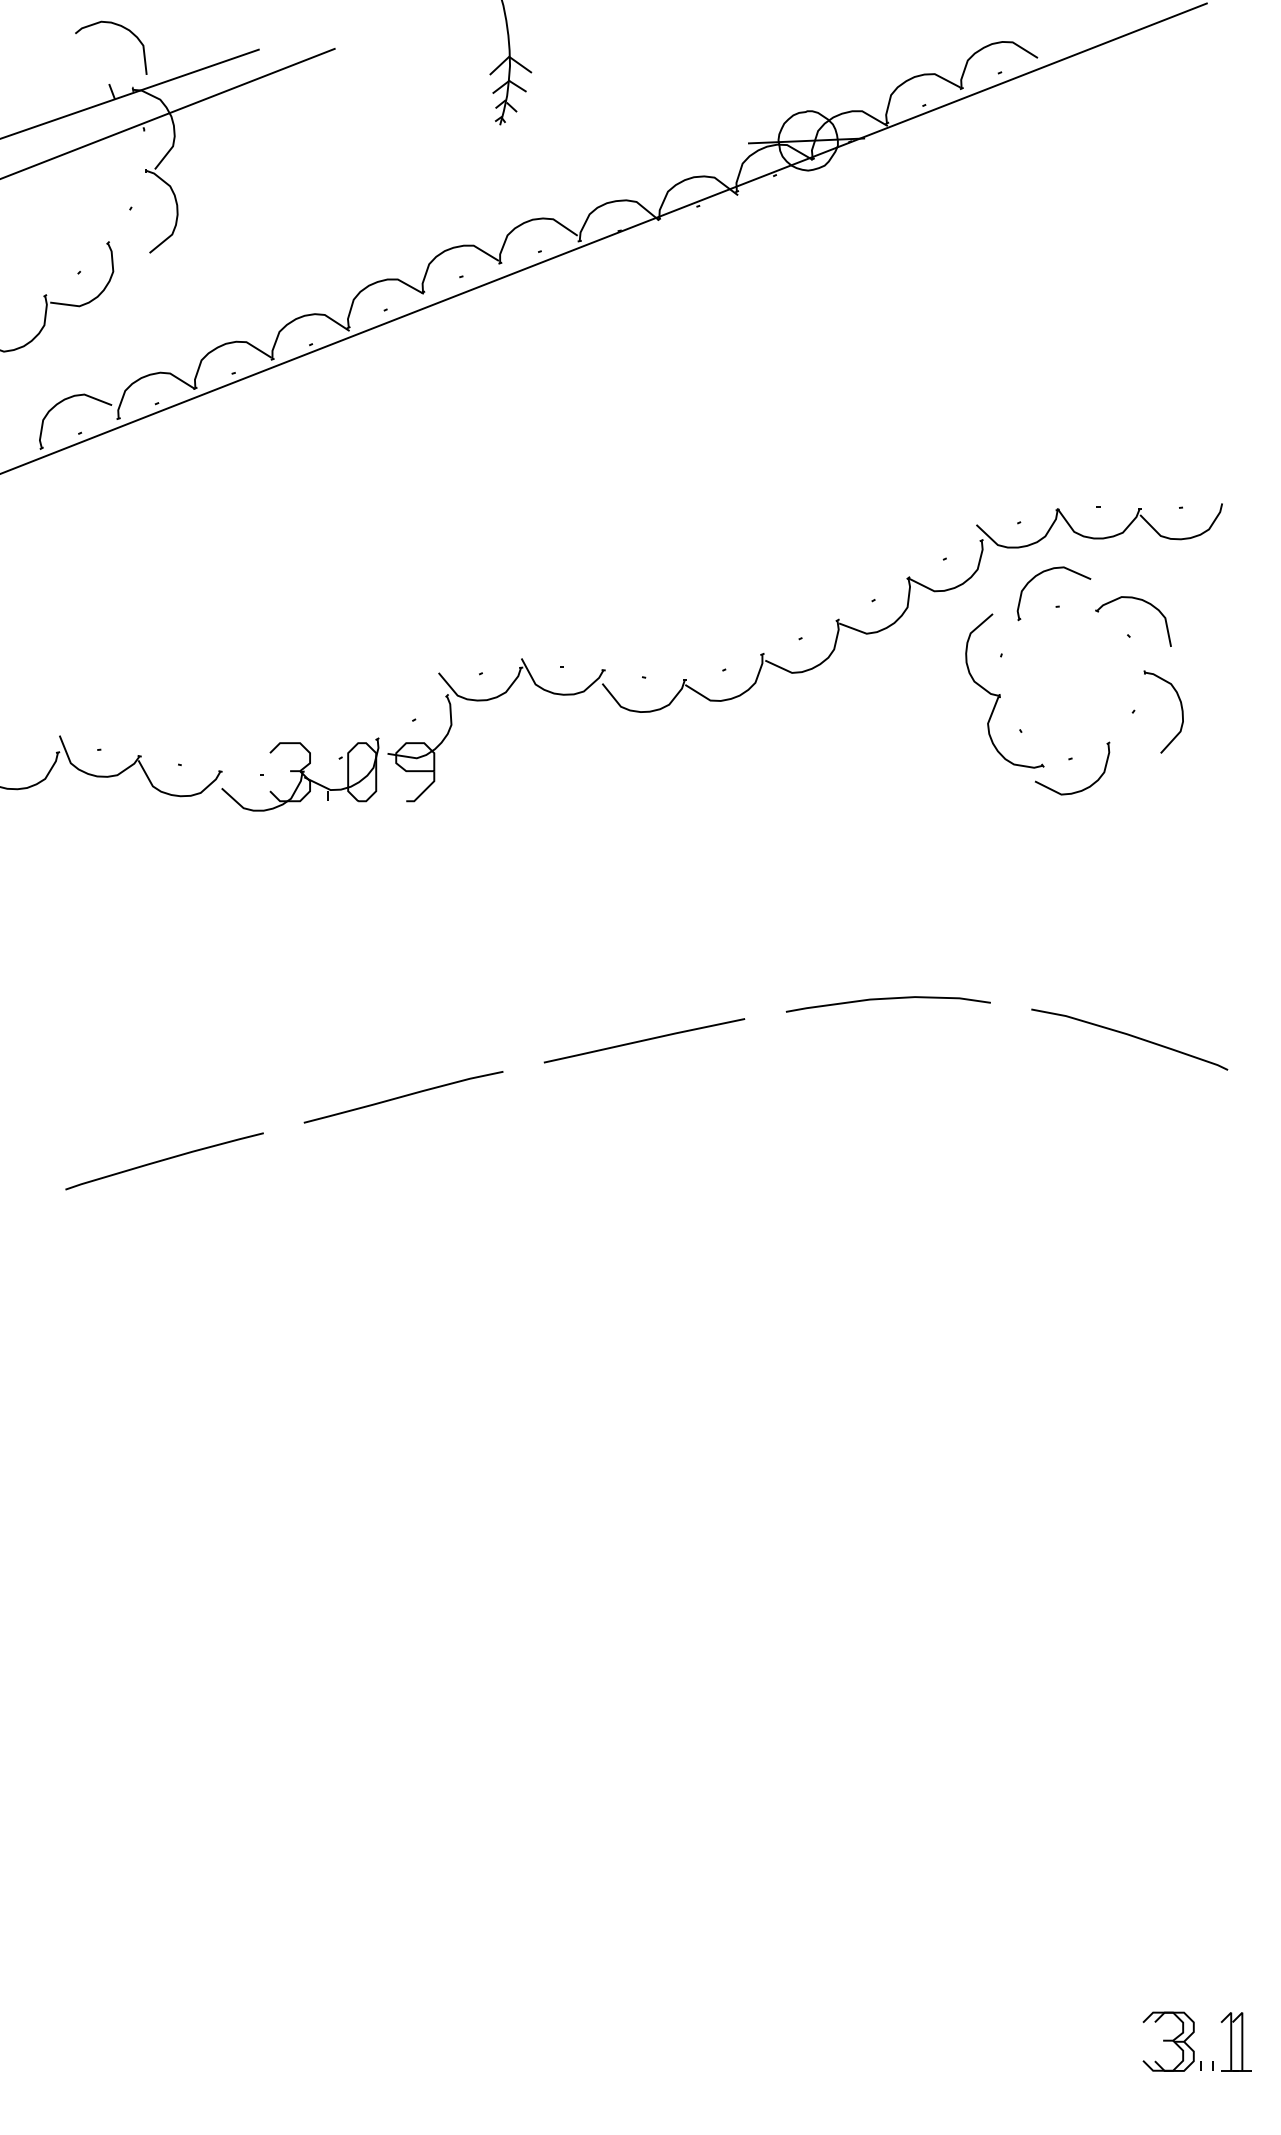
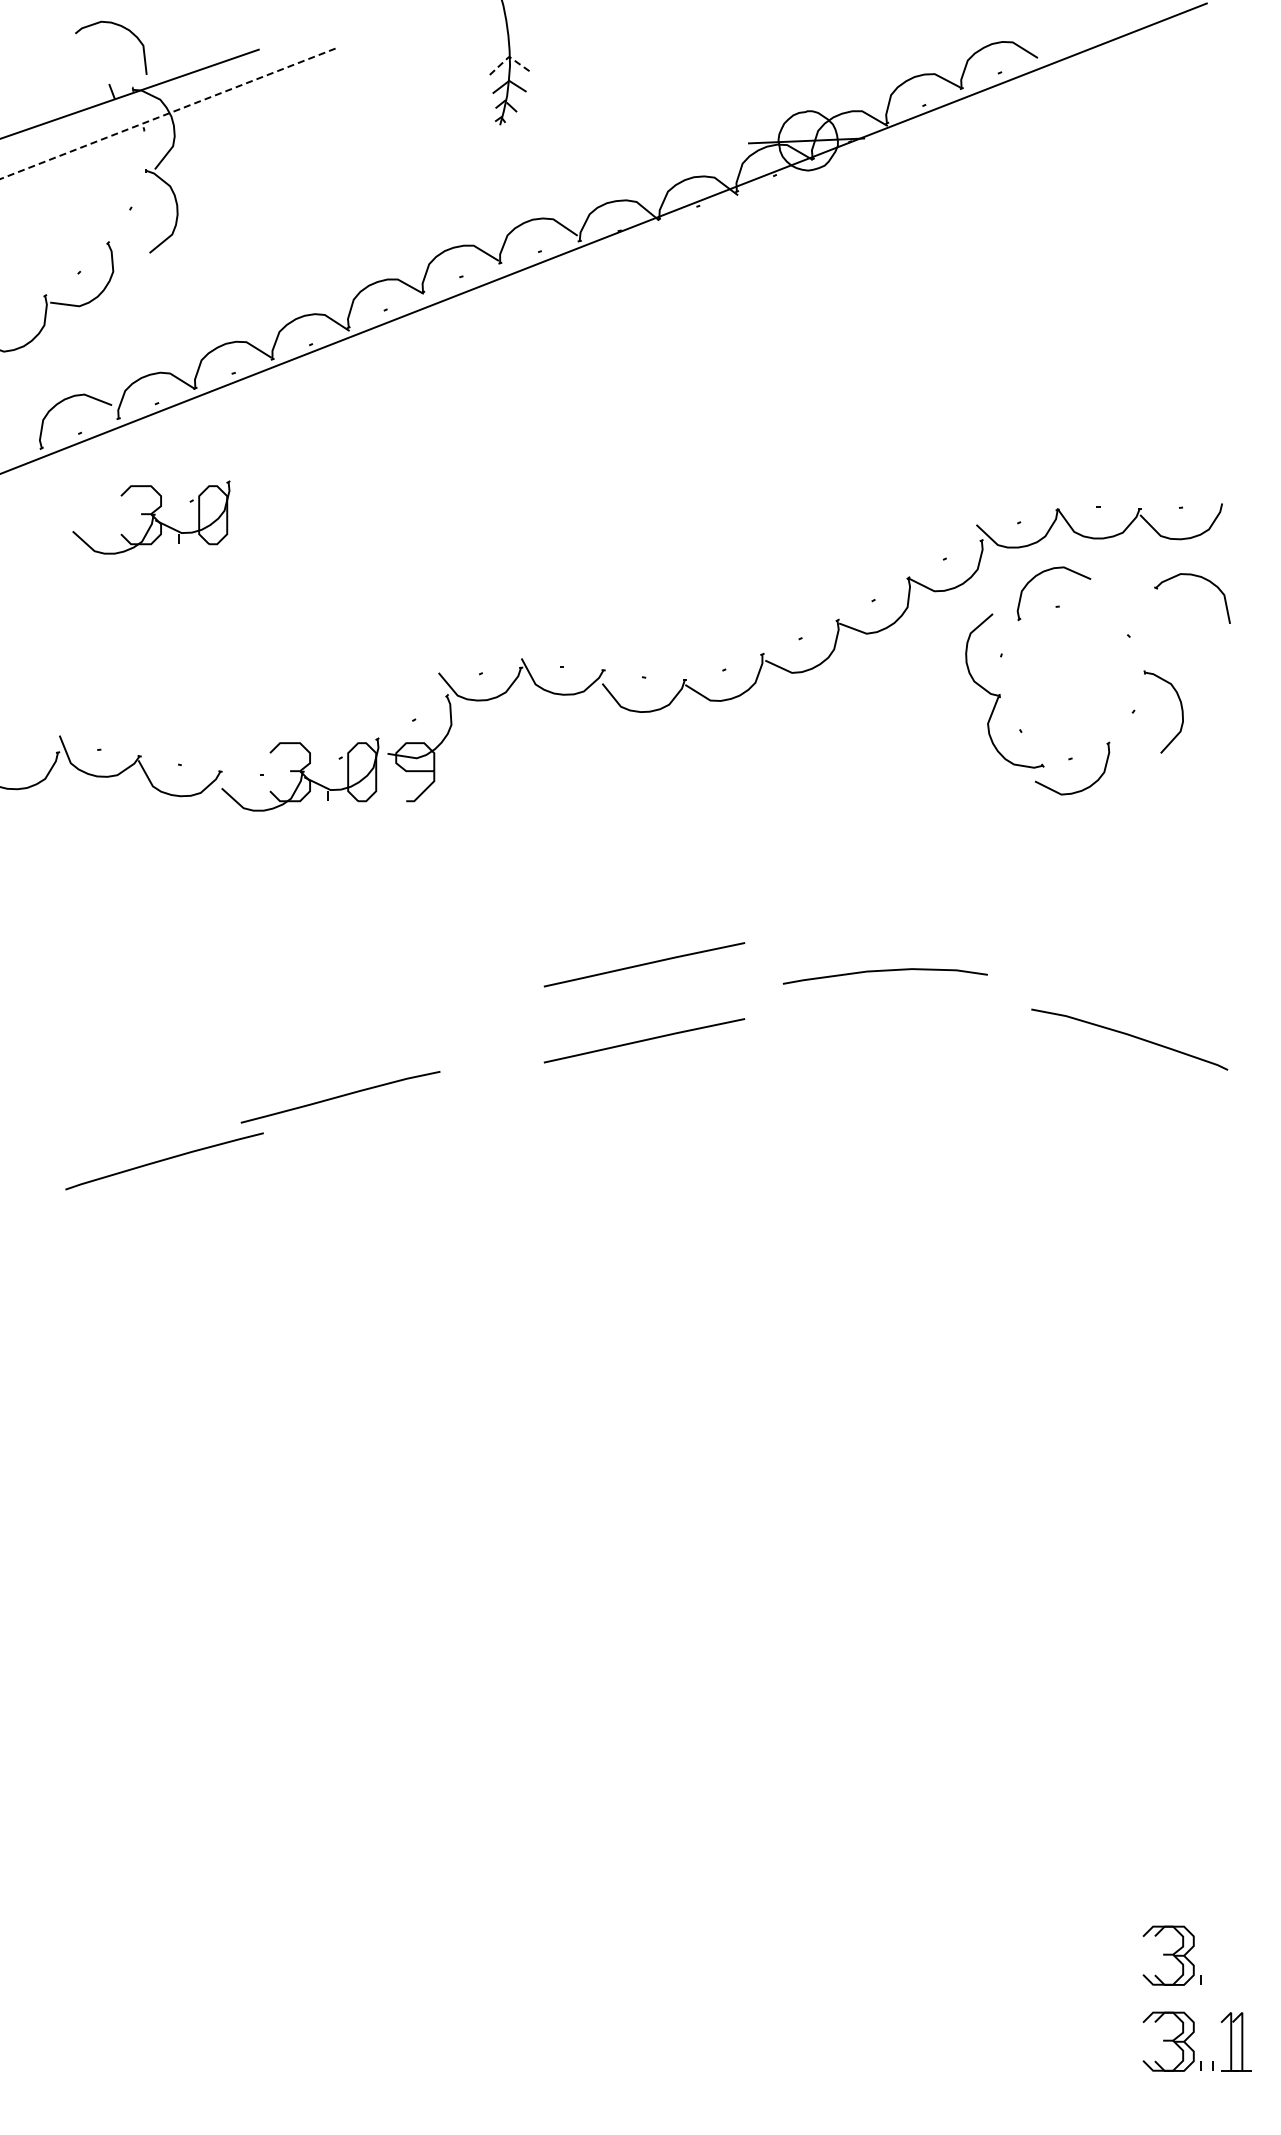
line at (509, 57): solid -> dashed
line at (168, 113): solid -> dashed
part at (151, 517): none -> present
part at (1139, 600) position: (1139, 600) -> (1198, 577)
line at (644, 964): none -> present
curve at (887, 999) position: (887, 999) -> (884, 971)
curve at (403, 1097) position: (403, 1097) -> (340, 1097)
part at (1171, 1955): none -> present
